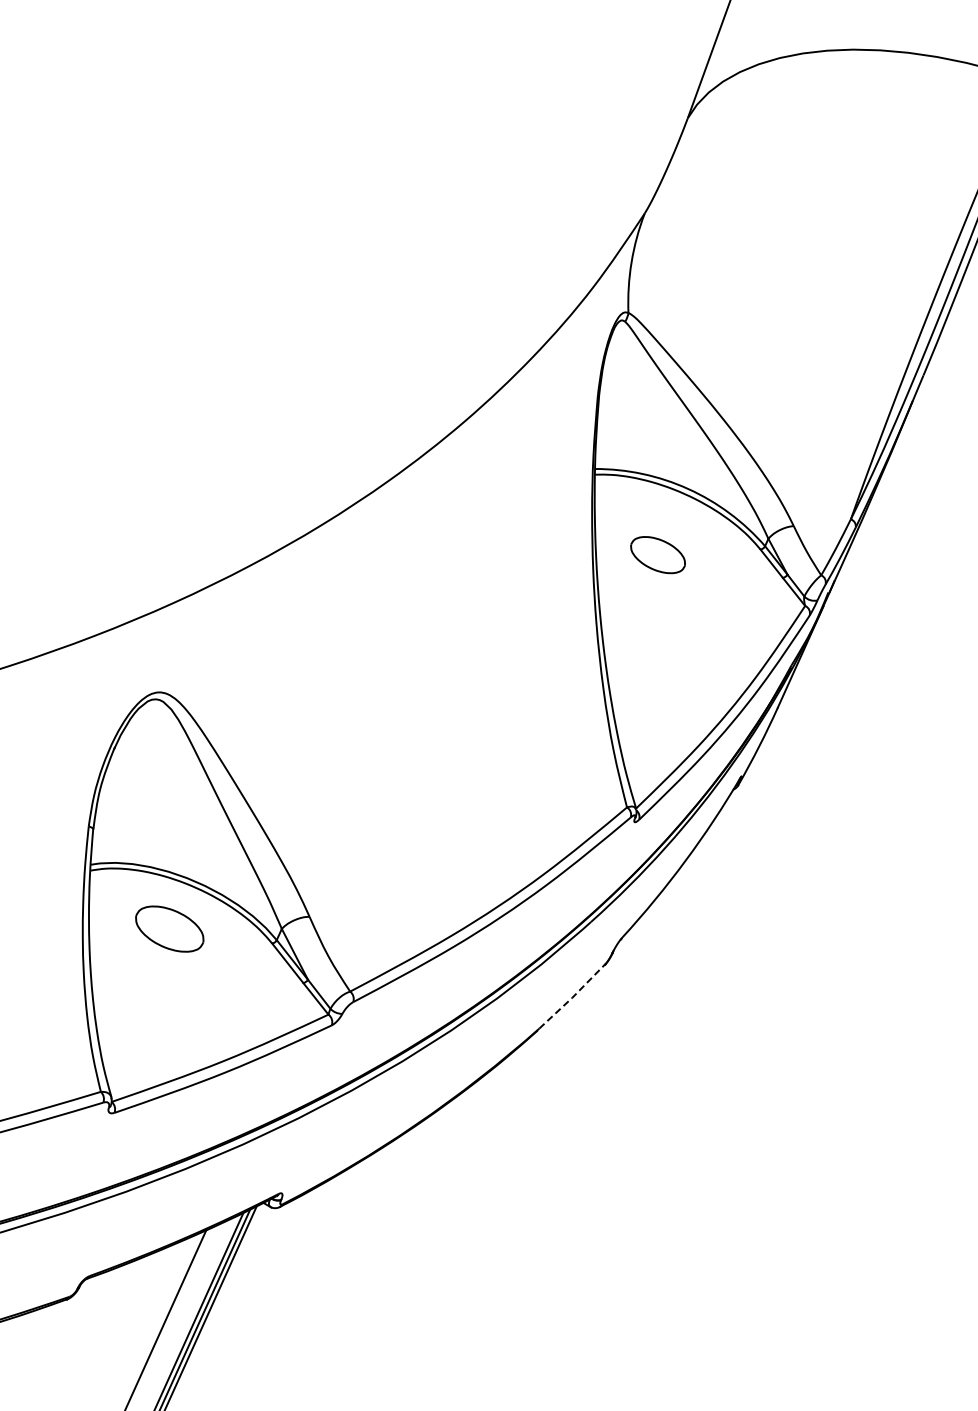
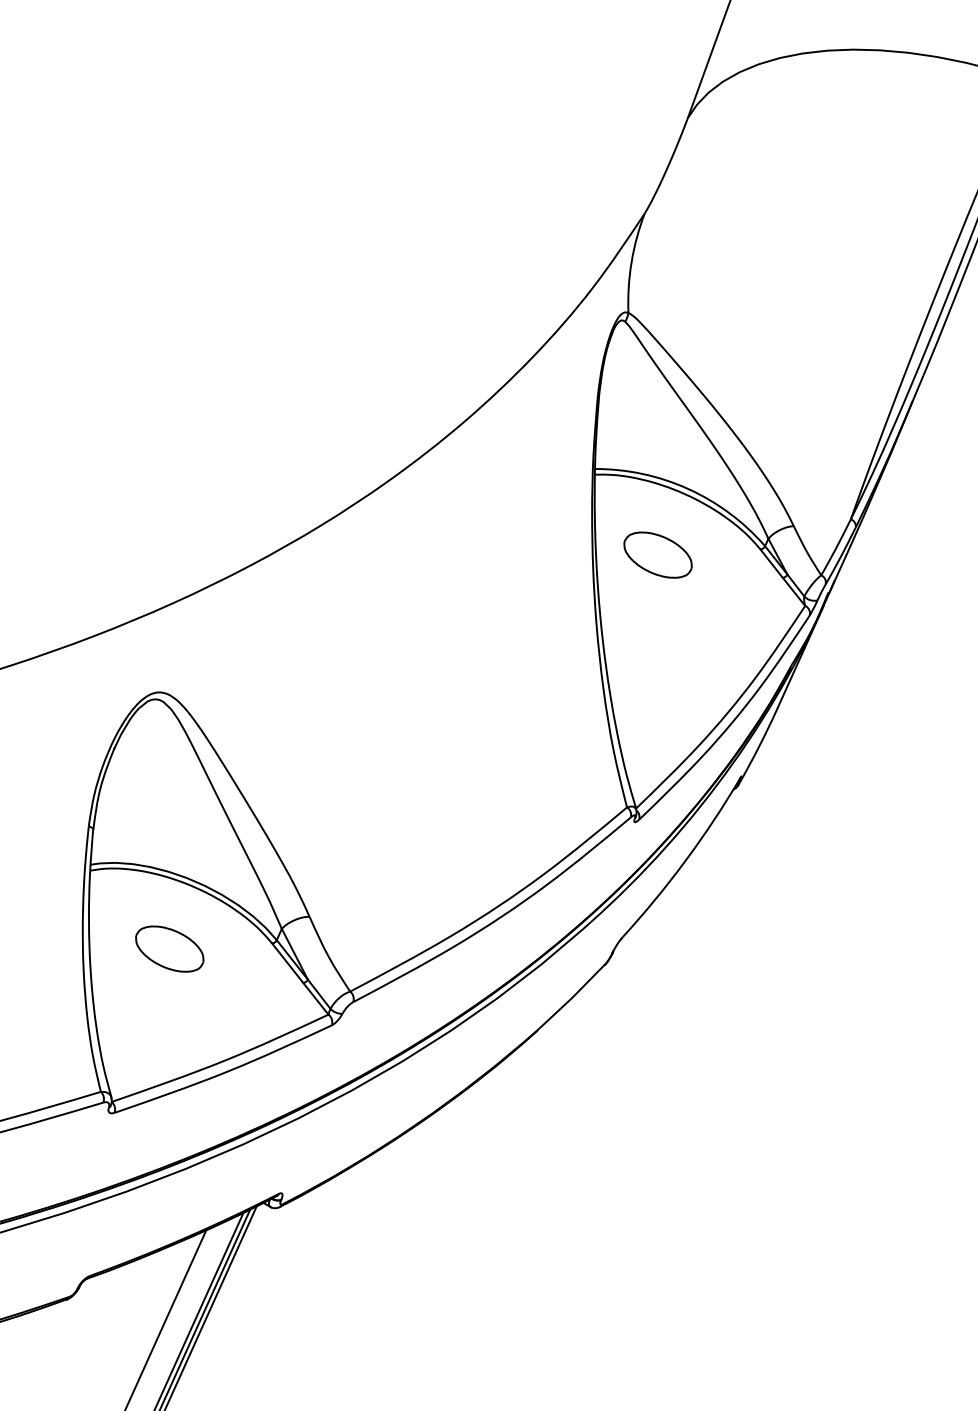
part at (657, 555) size: 56x39 px -> 70x48 px
part at (169, 928) position: (169, 928) -> (169, 948)
line at (573, 996): dashed -> solid
